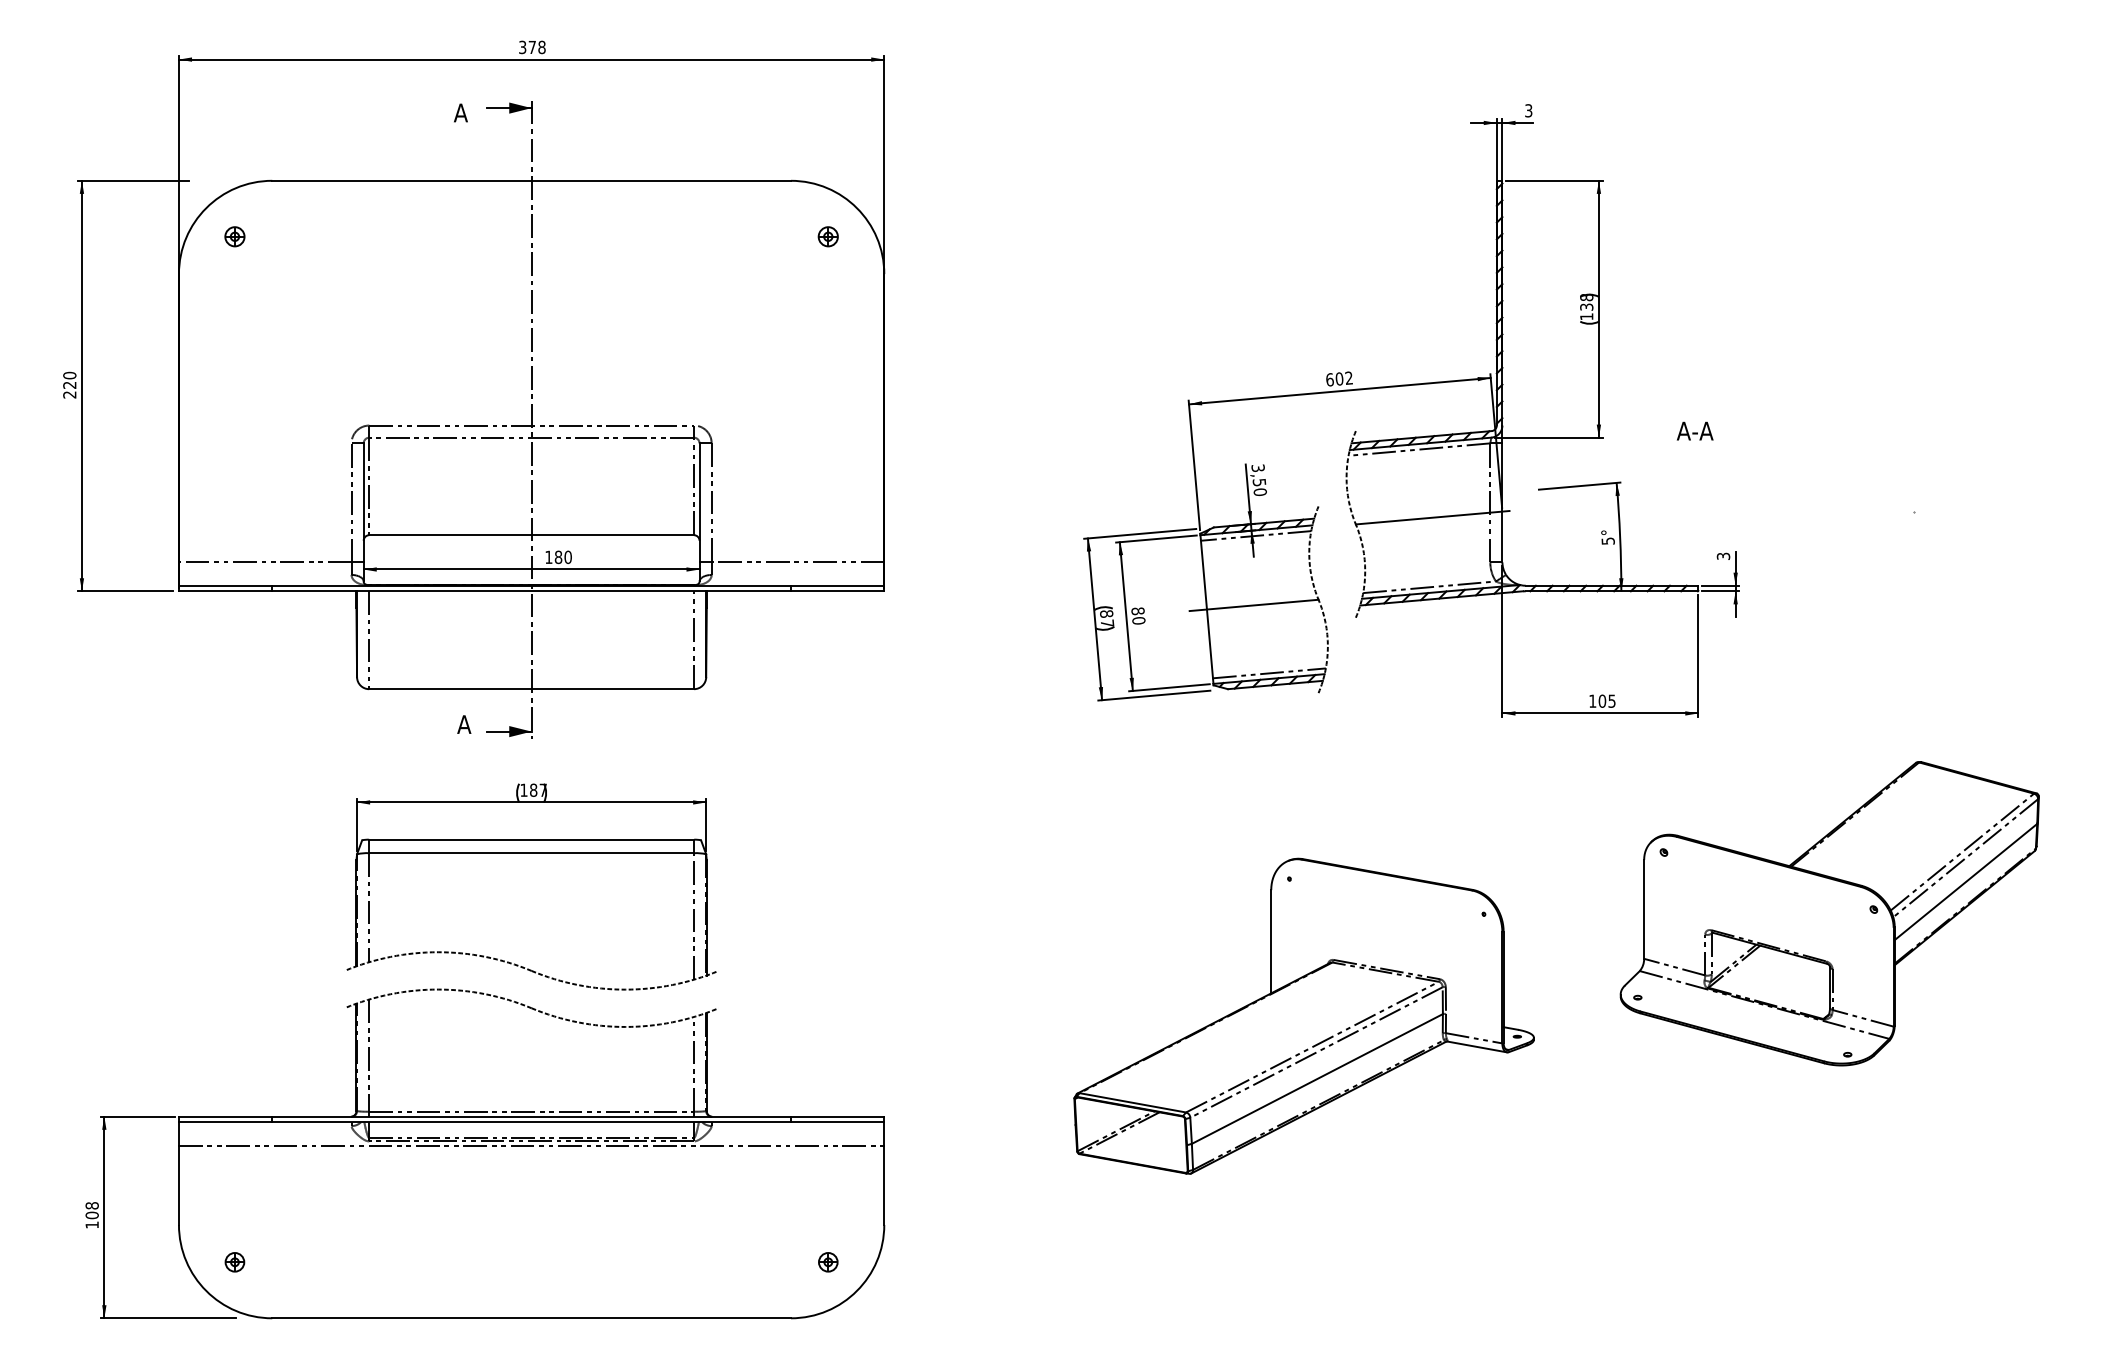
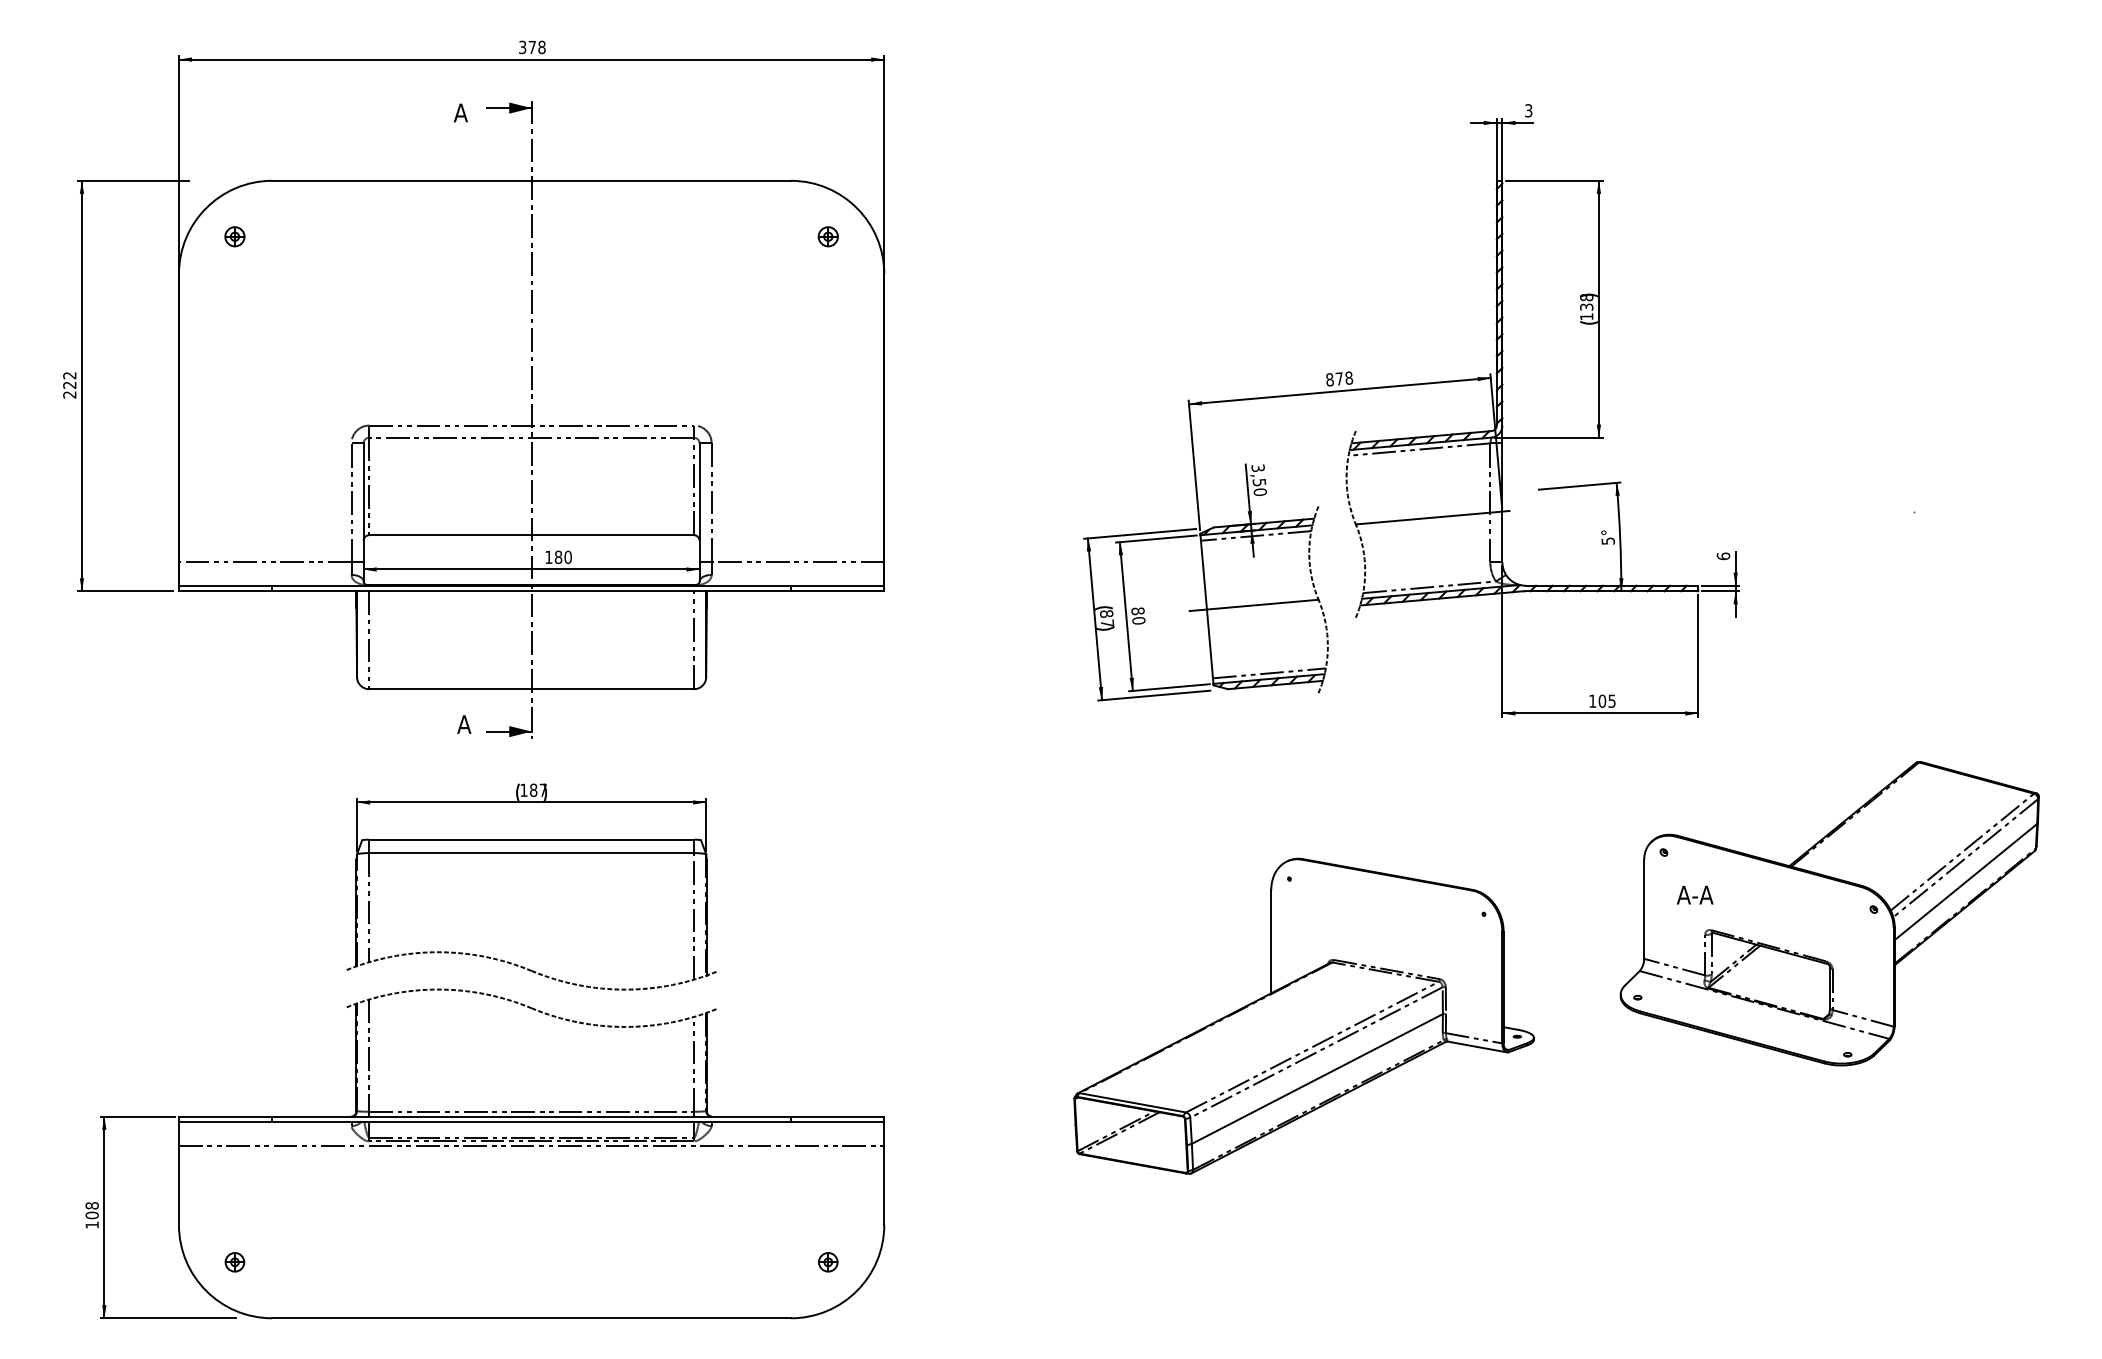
text at (69, 375): 220 -> 222
text at (1339, 378): 602 -> 878
text at (1694, 430) position: (1694, 430) -> (1694, 894)
text at (1723, 556): 3 -> 6
